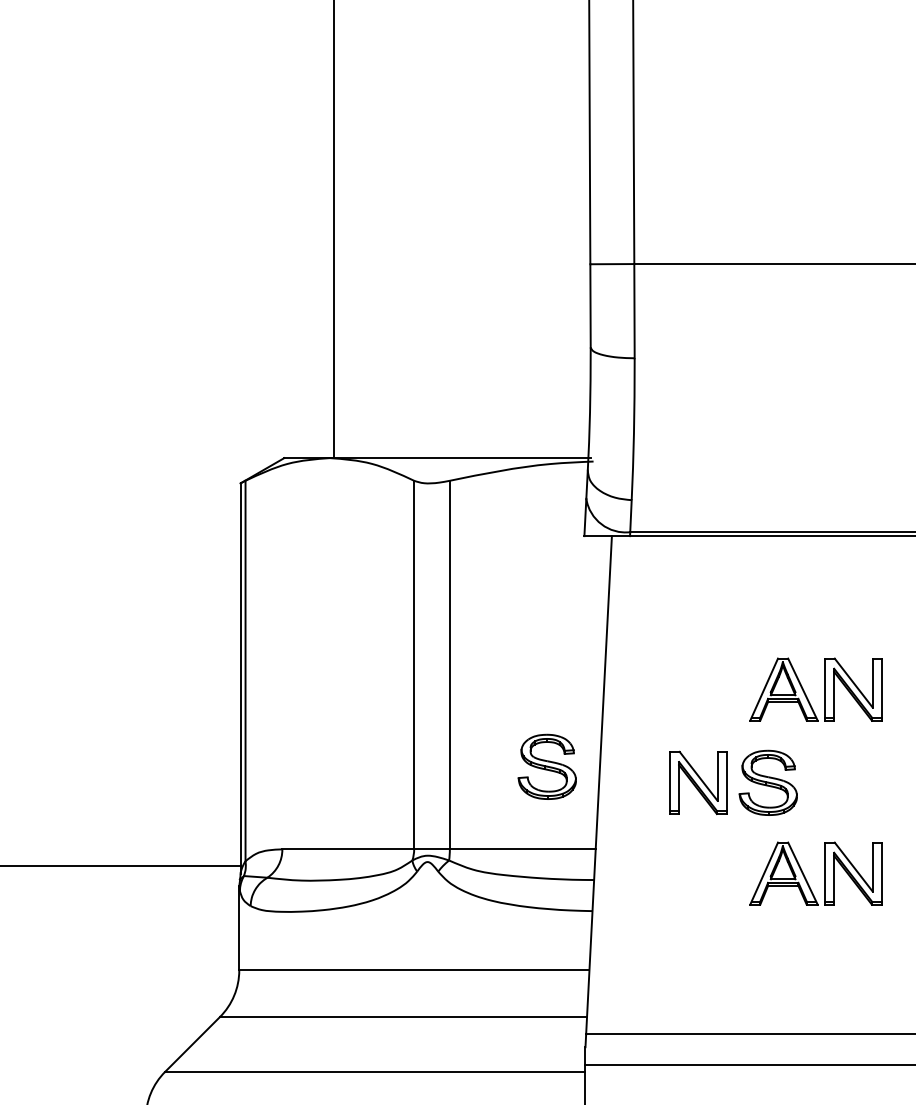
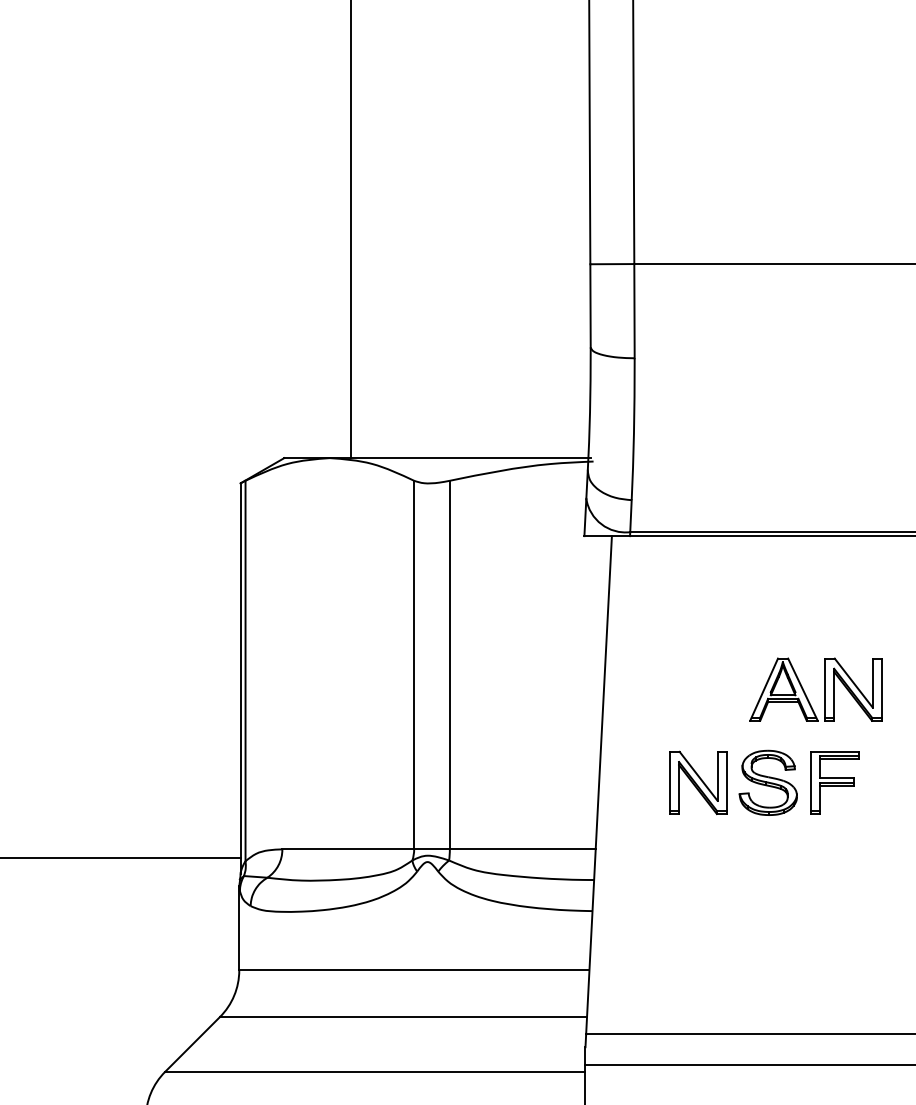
line at (334, 230) position: (334, 230) -> (351, 230)
part at (546, 766): present -> none
part at (834, 782): none -> present
line at (121, 866) position: (121, 866) -> (121, 858)
part at (824, 873): present -> none
